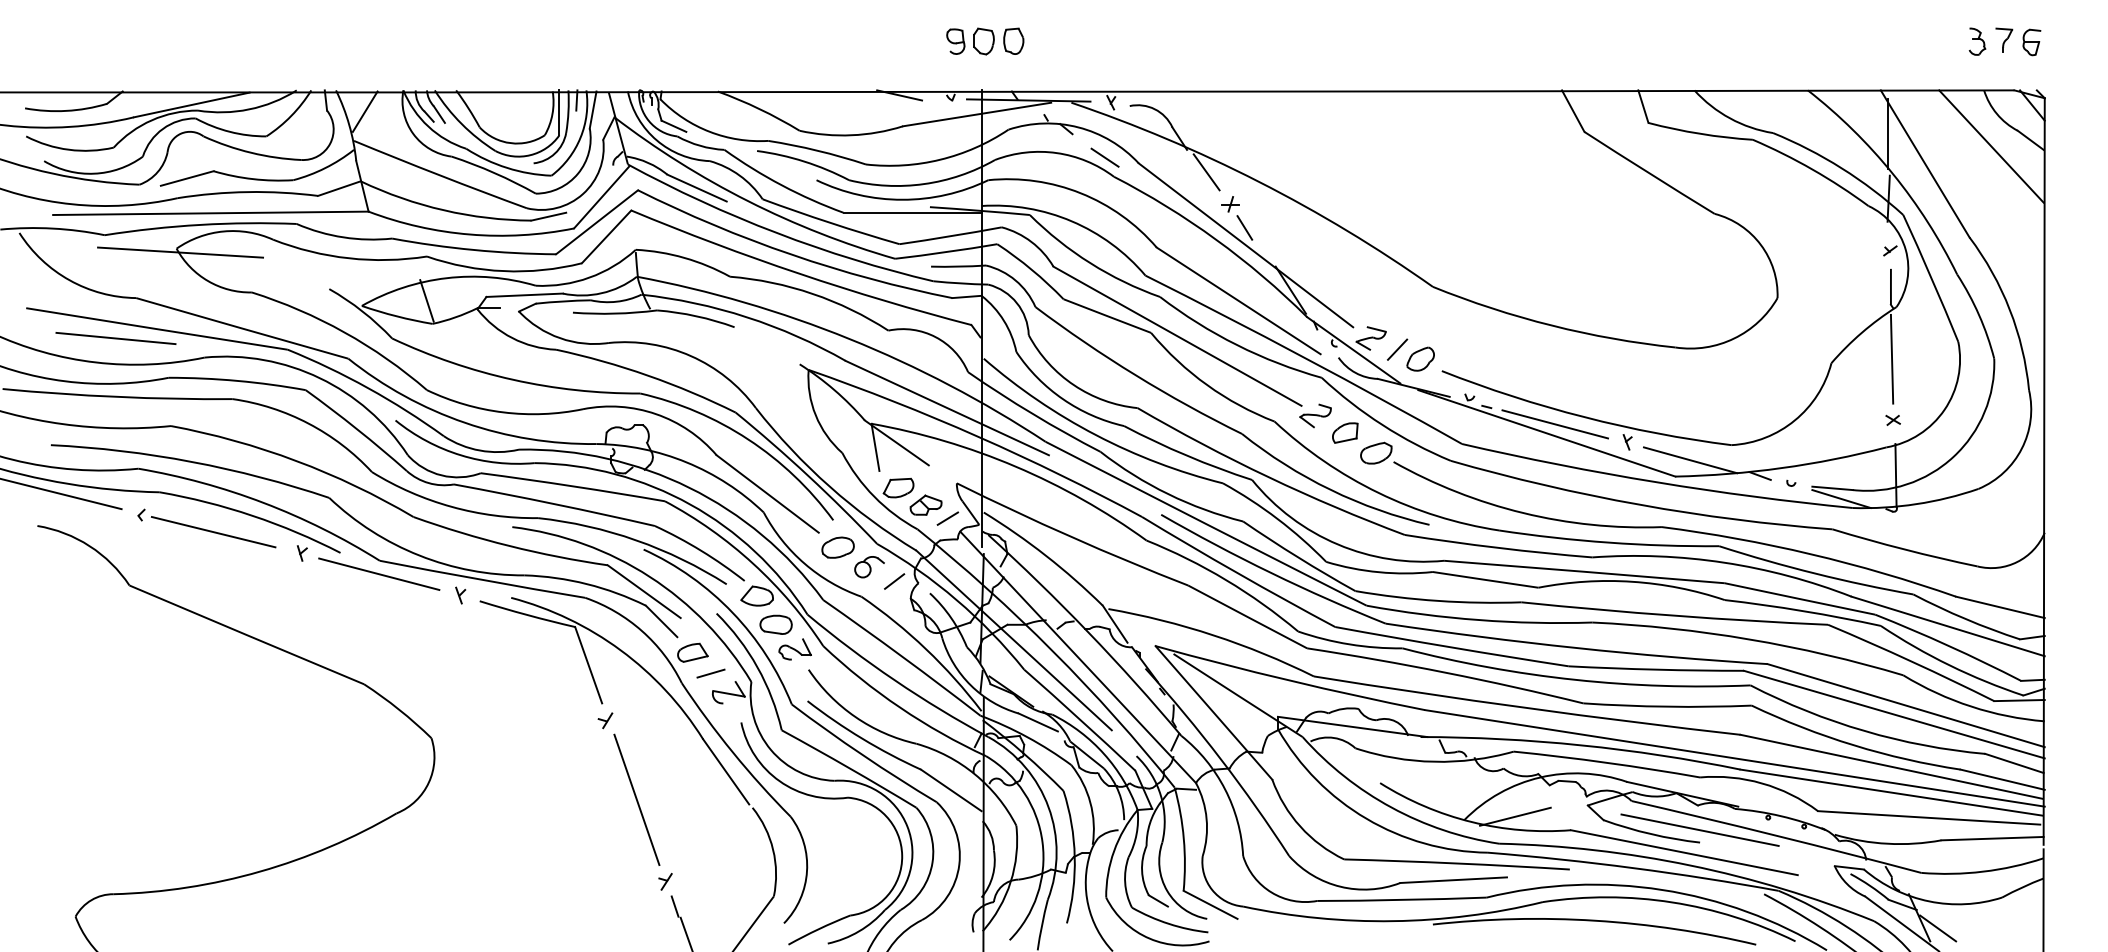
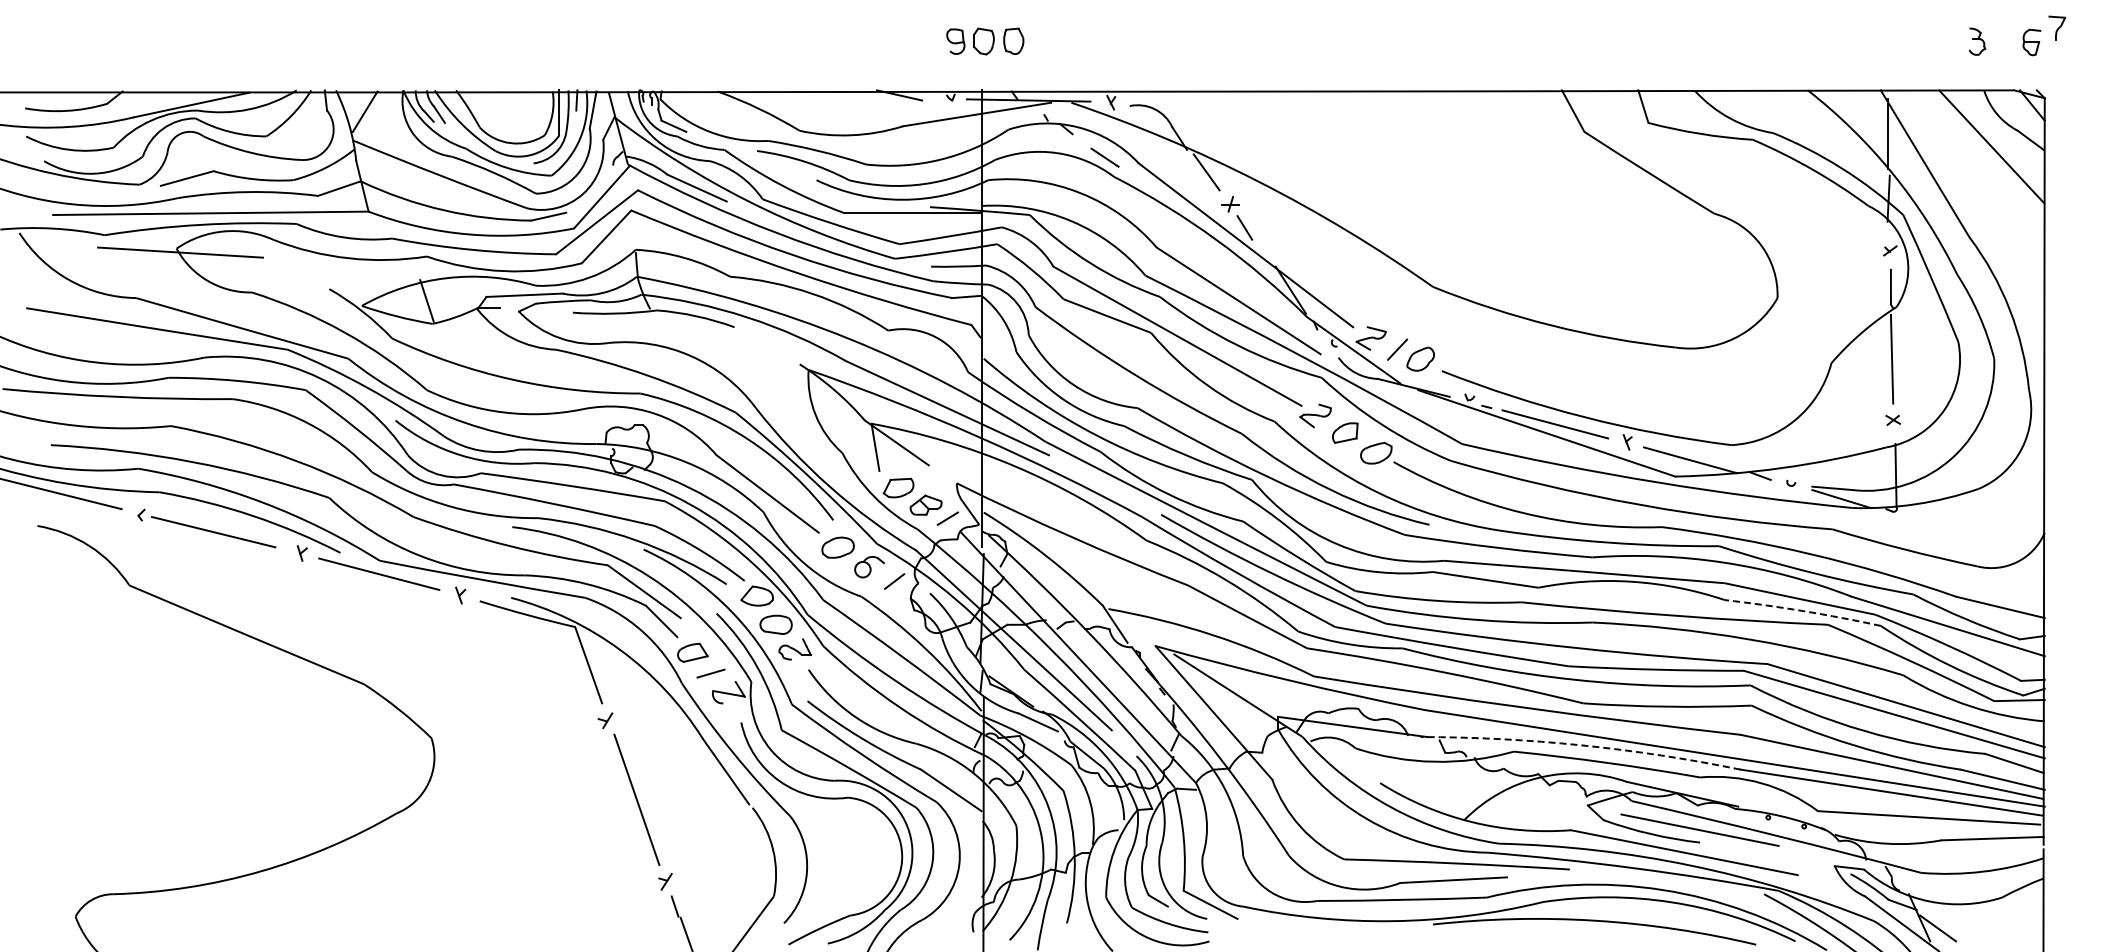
part at (2004, 39) position: (2004, 39) -> (2057, 27)
line at (115, 338): present -> none
arc at (1803, 611): solid -> dashed
arc at (1581, 745): solid -> dashed
line at (1515, 816): present -> none
